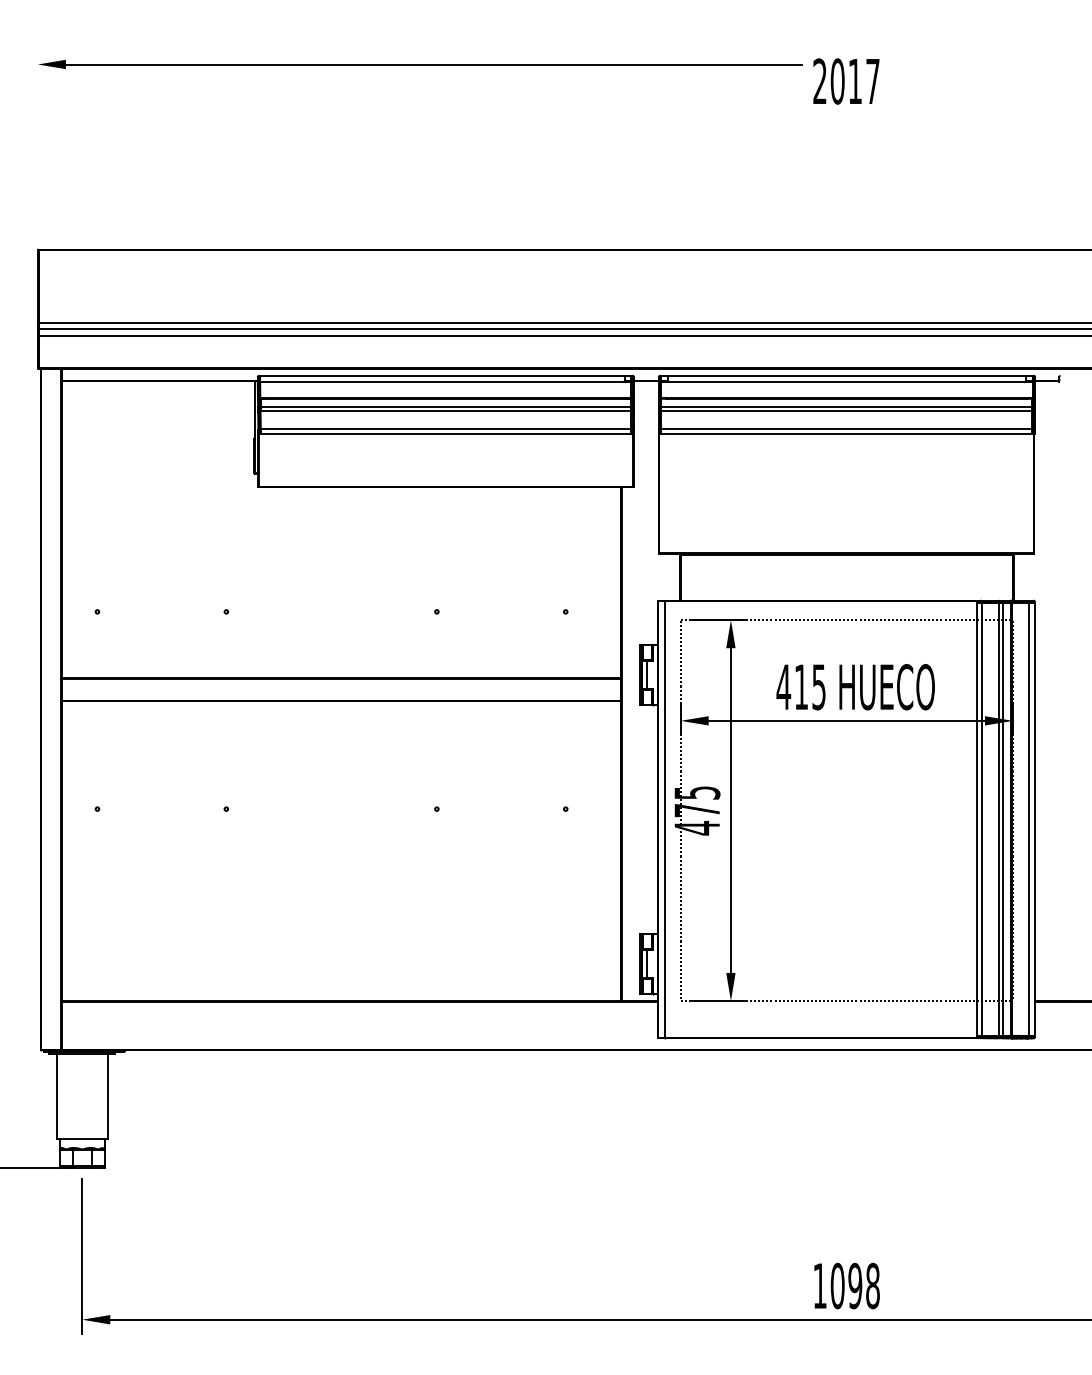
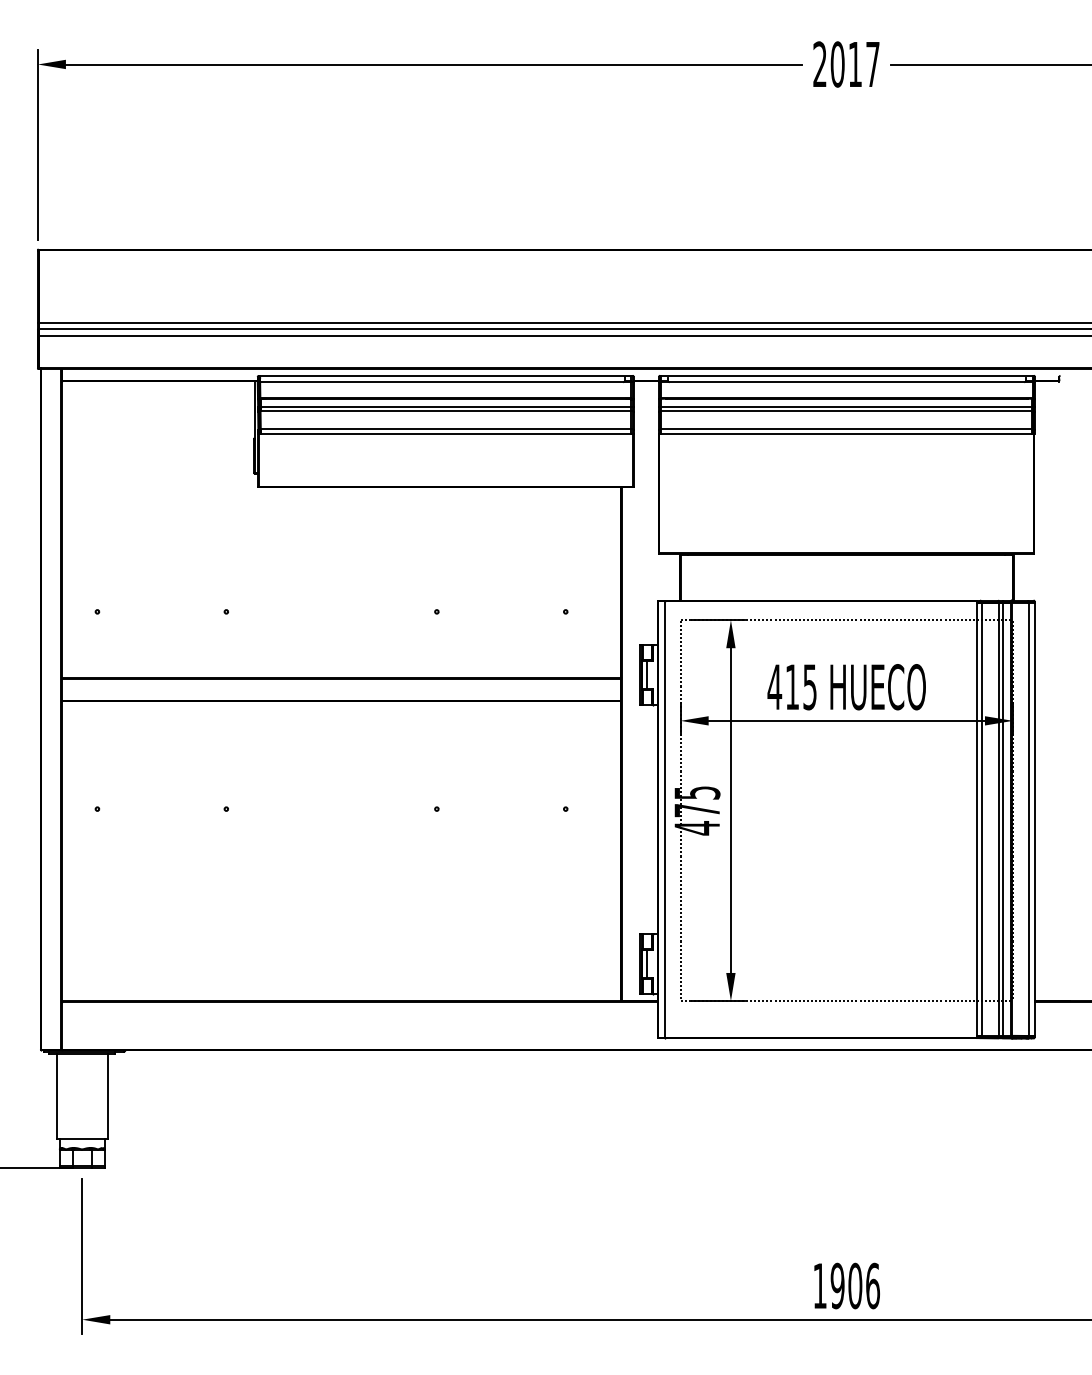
line at (989, 64): none -> present
text at (846, 81) position: (846, 81) -> (846, 64)
line at (37, 144): none -> present
text at (855, 687) position: (855, 687) -> (846, 687)
text at (854, 1285): 1098 -> 1906
